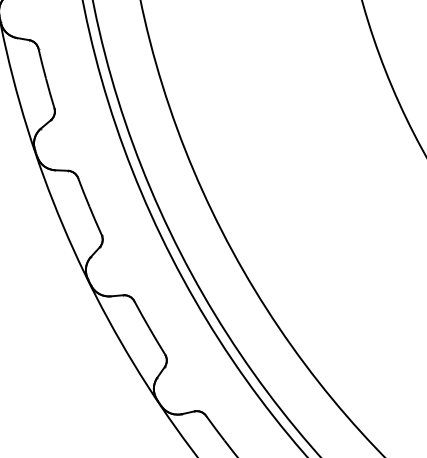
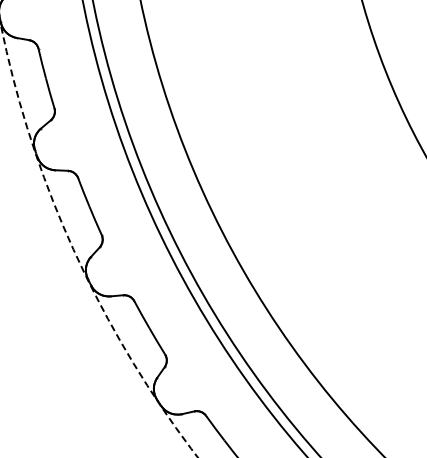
circle at (99, 238): solid -> dashed
